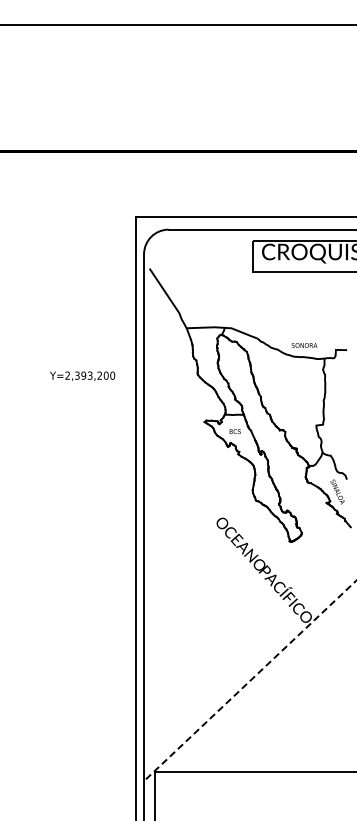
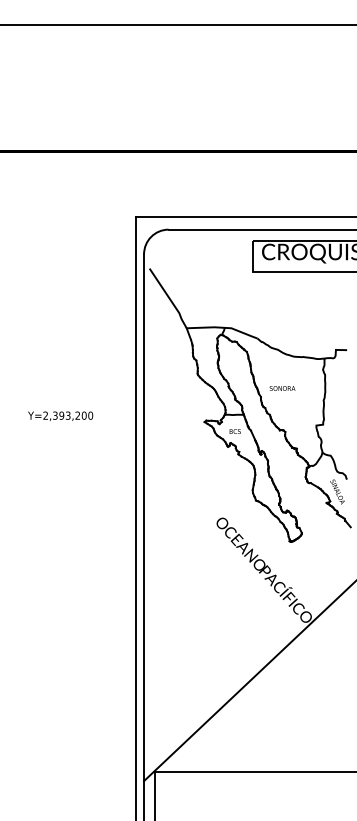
text at (304, 345) position: (304, 345) -> (282, 388)
text at (82, 375) position: (82, 375) -> (60, 415)
line at (250, 680): dashed -> solid
